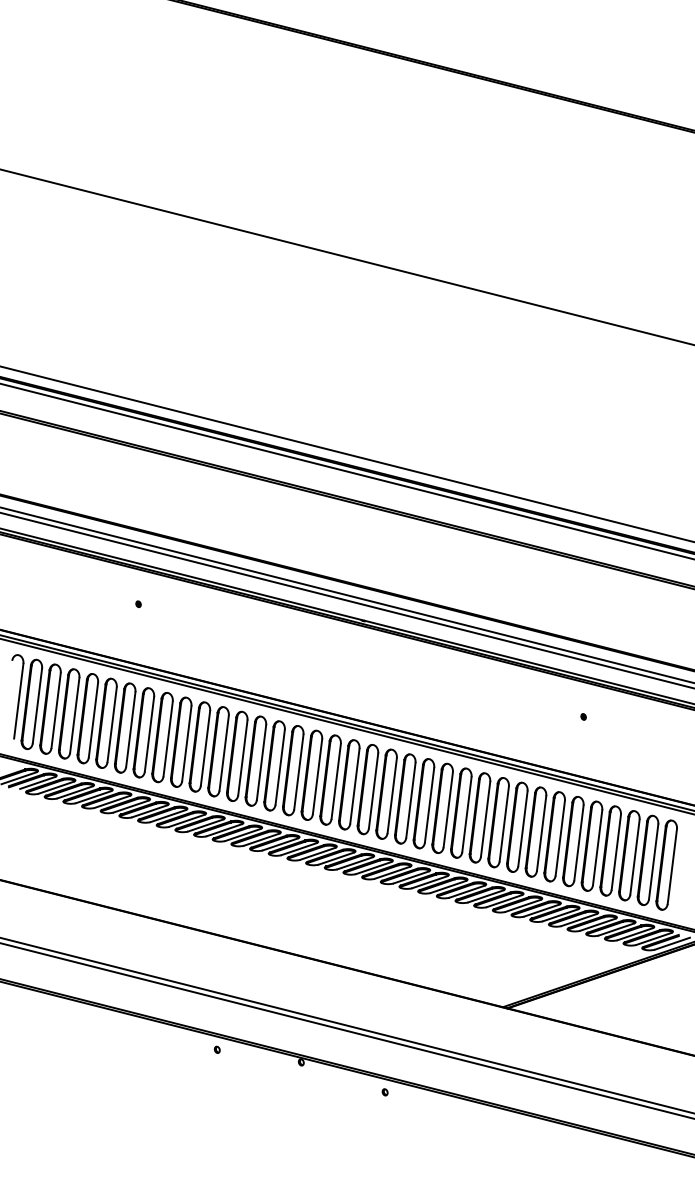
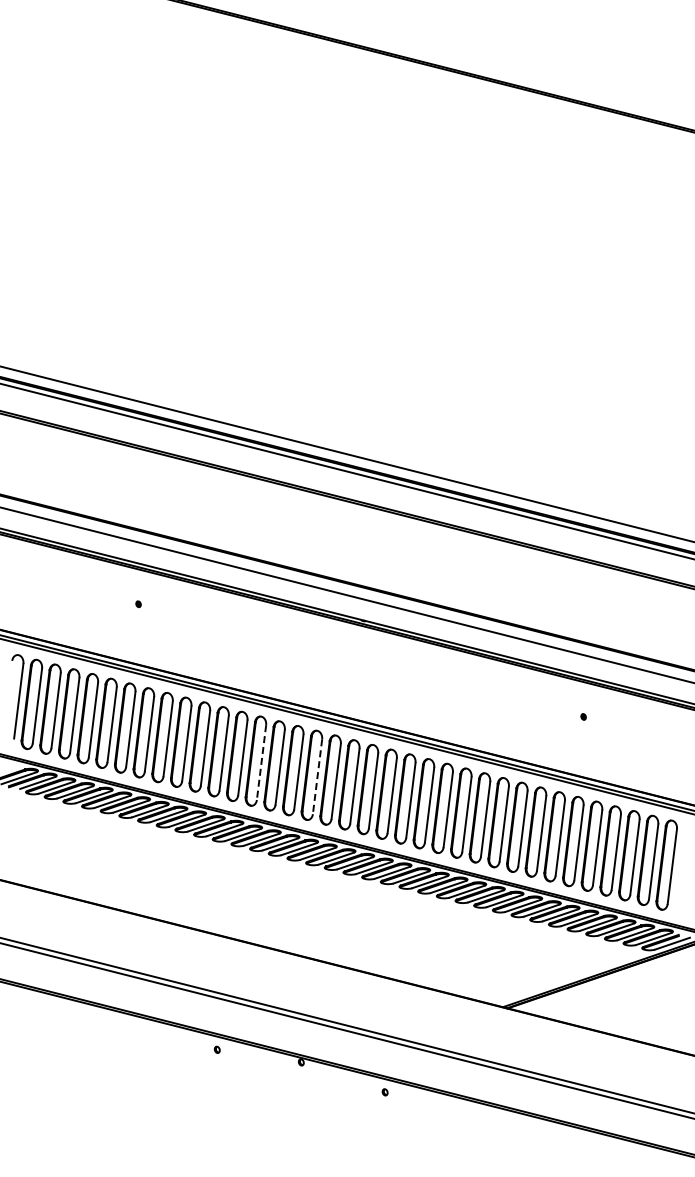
line at (346, 257): present -> none
line at (346, 600): present -> none
line at (261, 762): solid -> dashed
line at (317, 776): solid -> dashed
